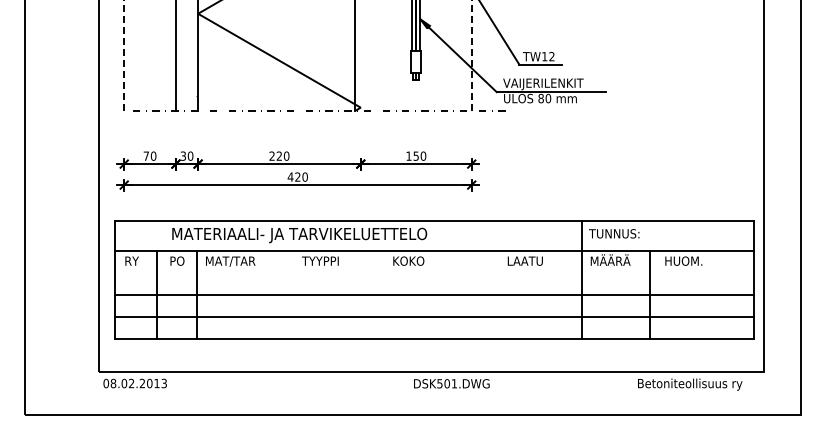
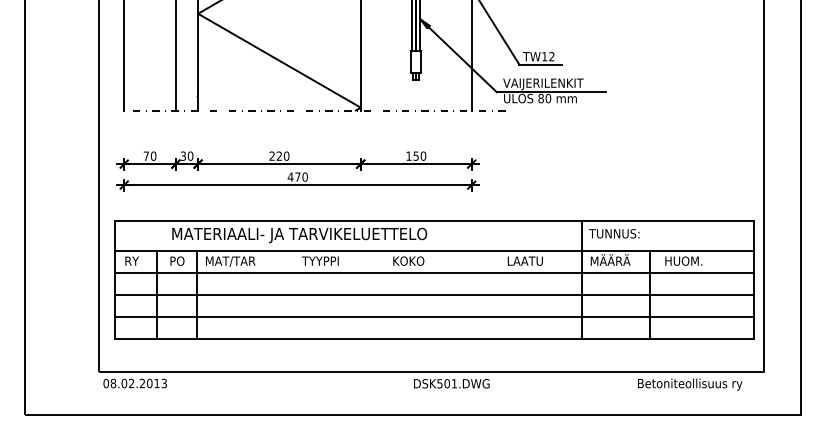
line at (124, 54): dashed -> solid
line at (471, 55): dashed -> solid
line at (354, 56) position: (354, 56) -> (360, 56)
text at (297, 176): 420 -> 470
line at (434, 272): none -> present
